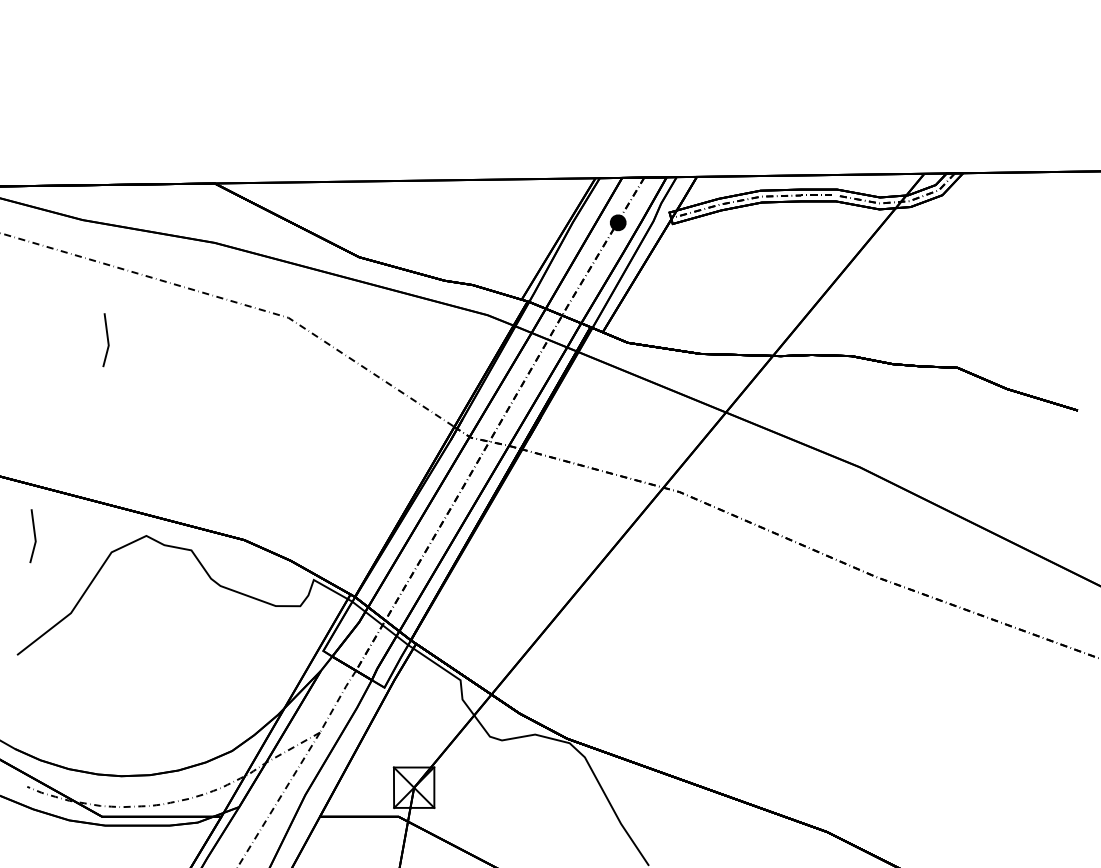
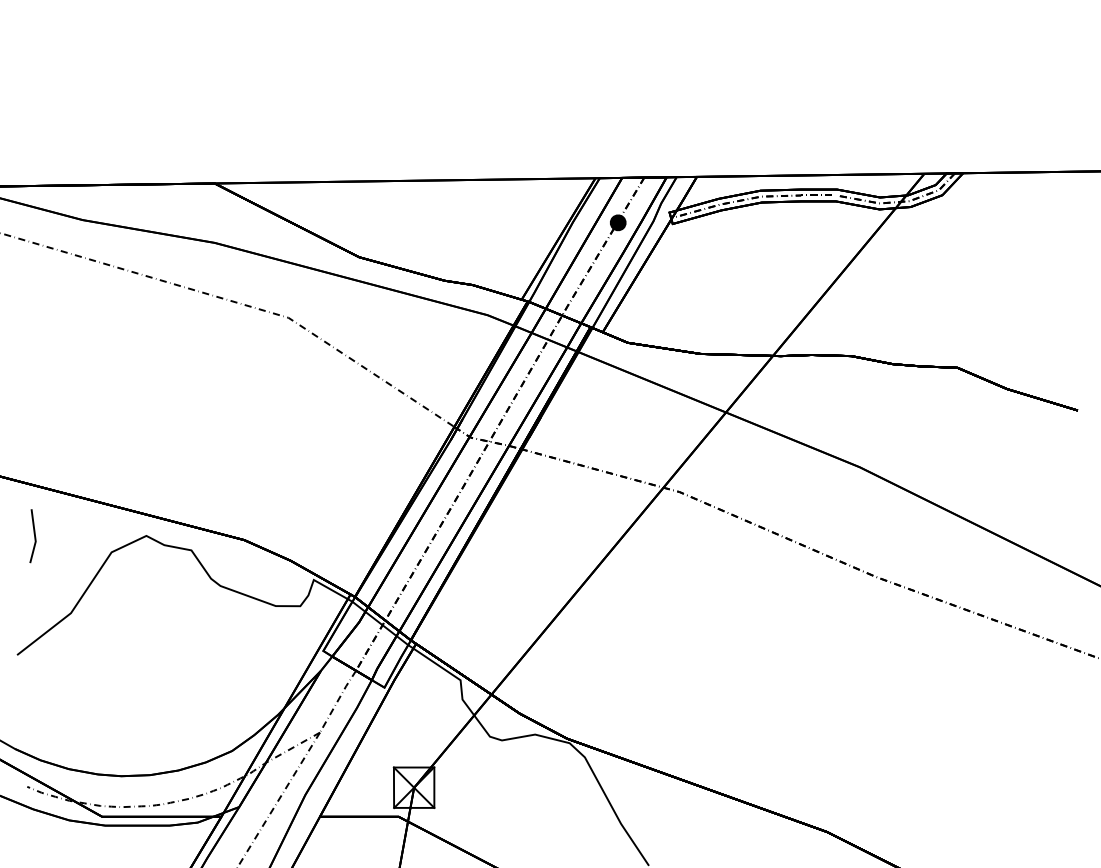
line at (107, 340): present -> none
